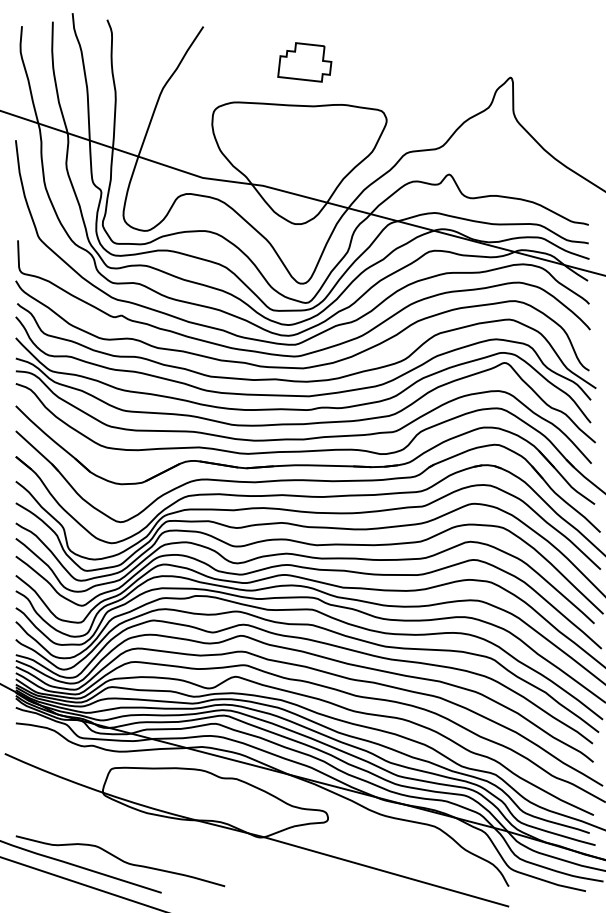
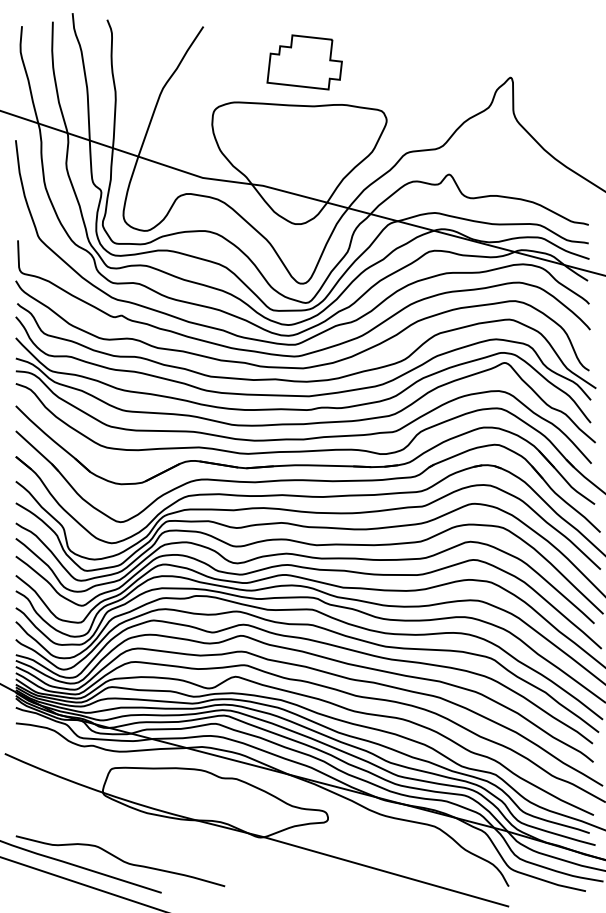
part at (304, 62) size: 56x41 px -> 77x57 px
